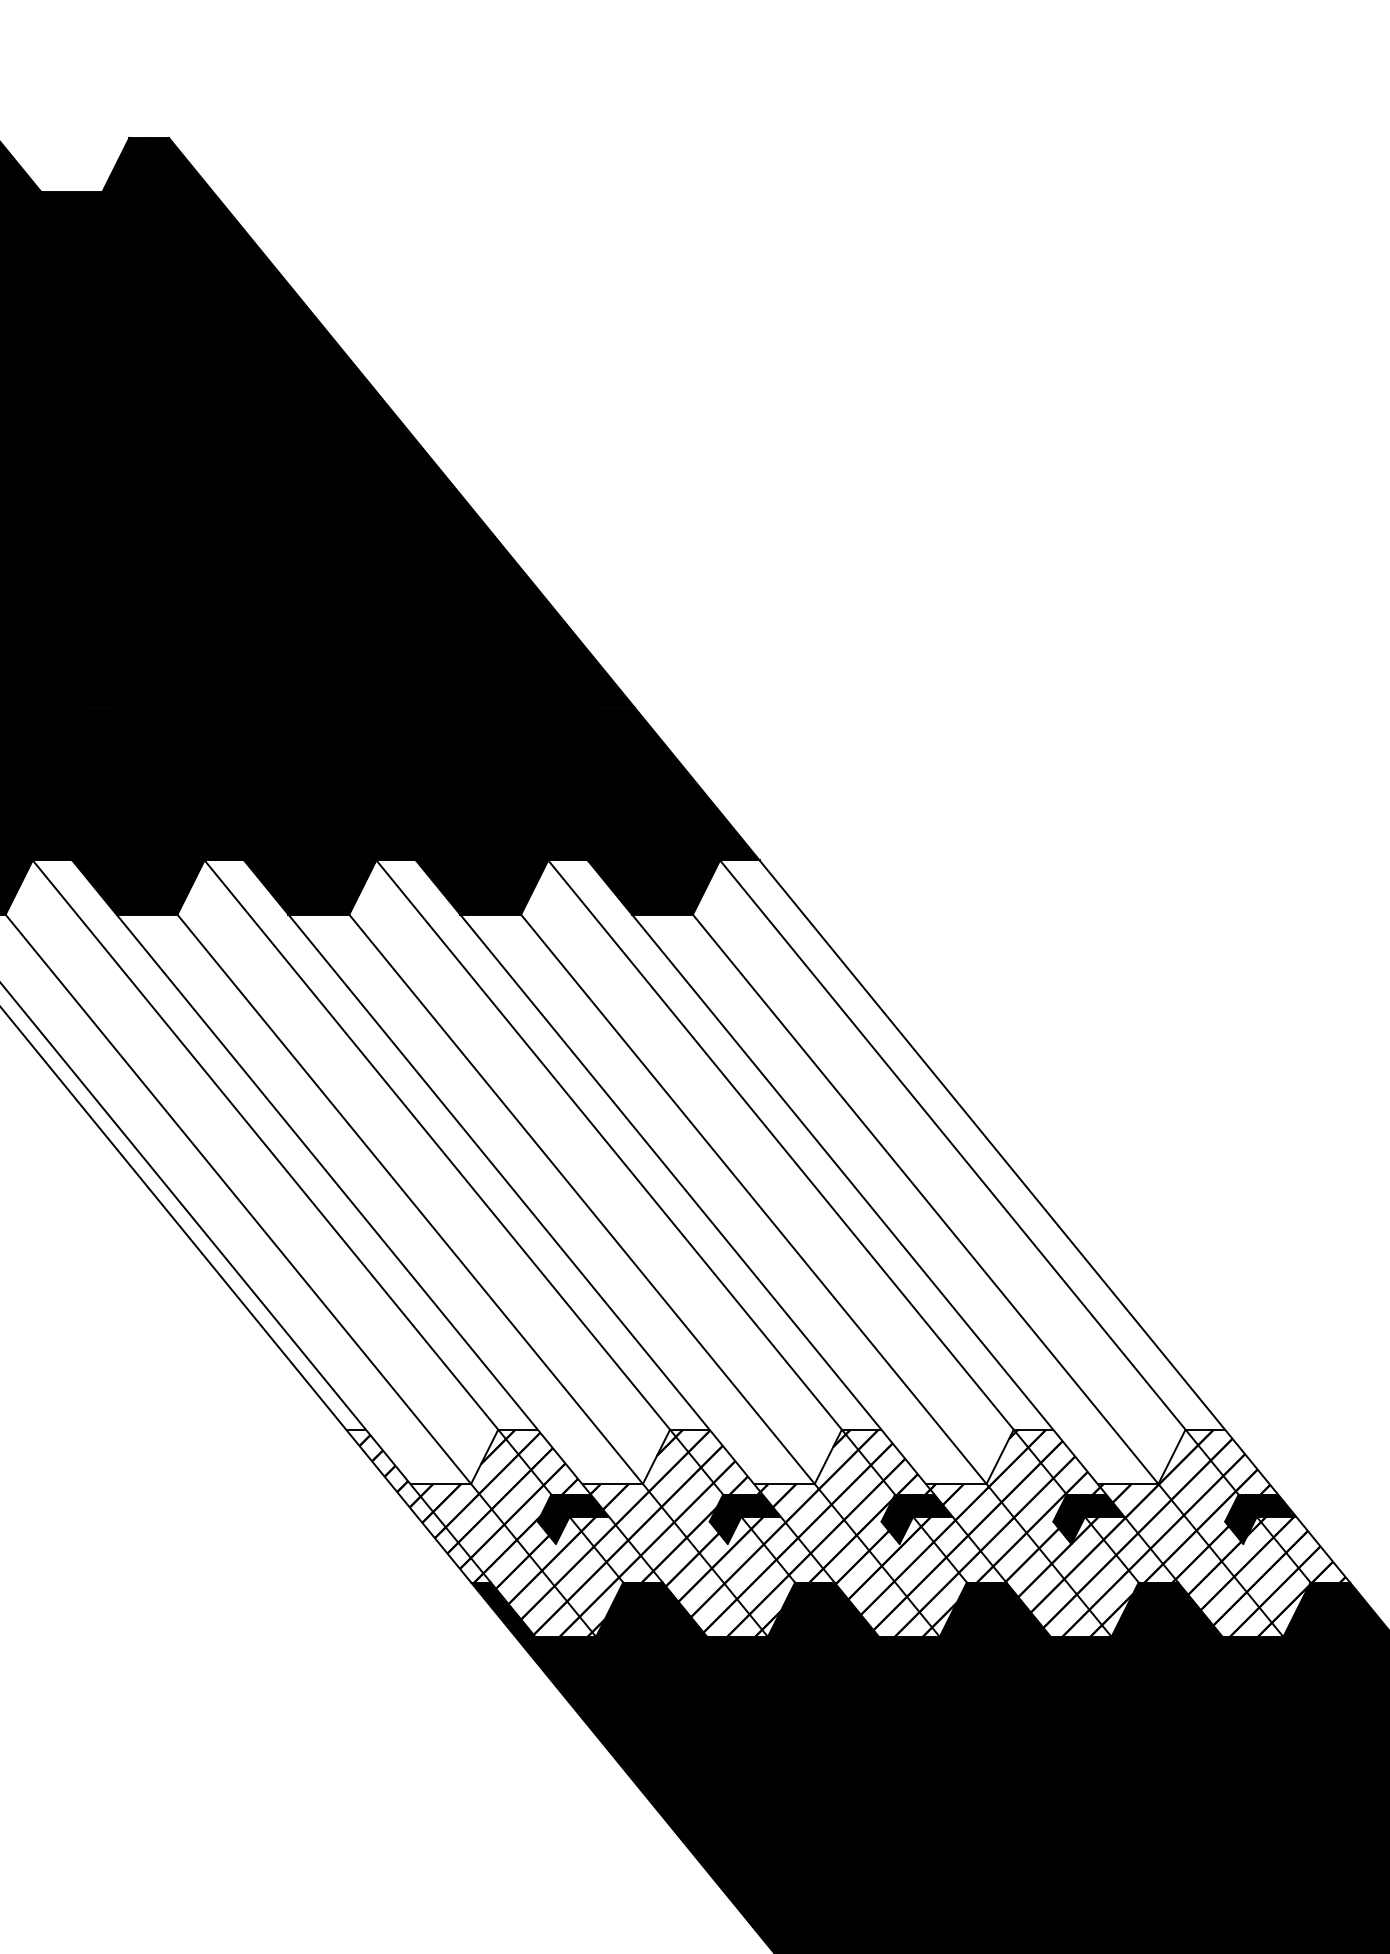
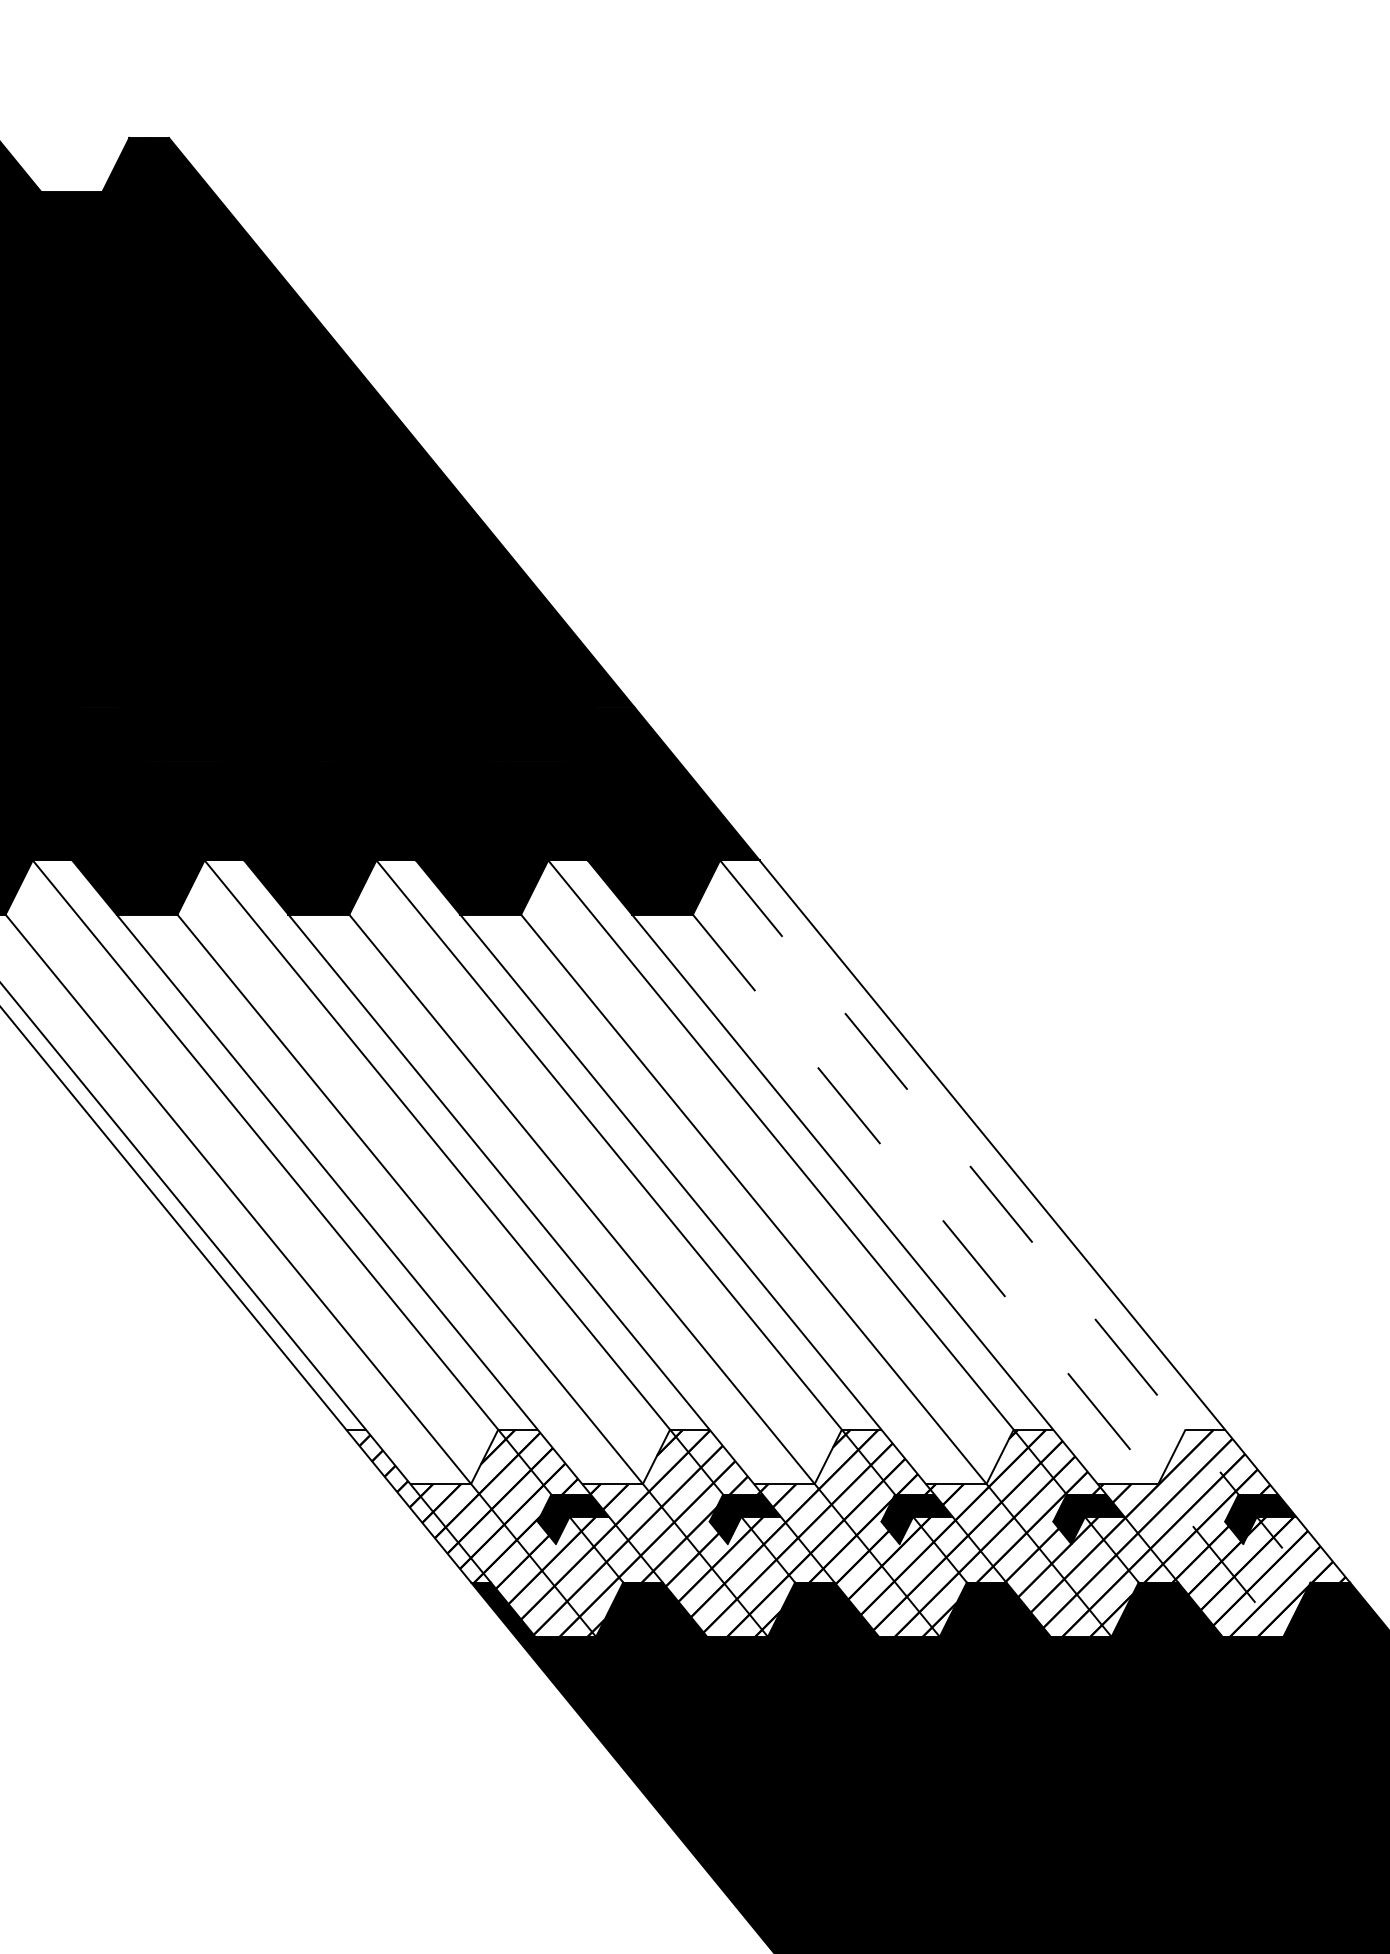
line at (1015, 1221): solid -> dashed
line at (988, 1276): solid -> dashed
